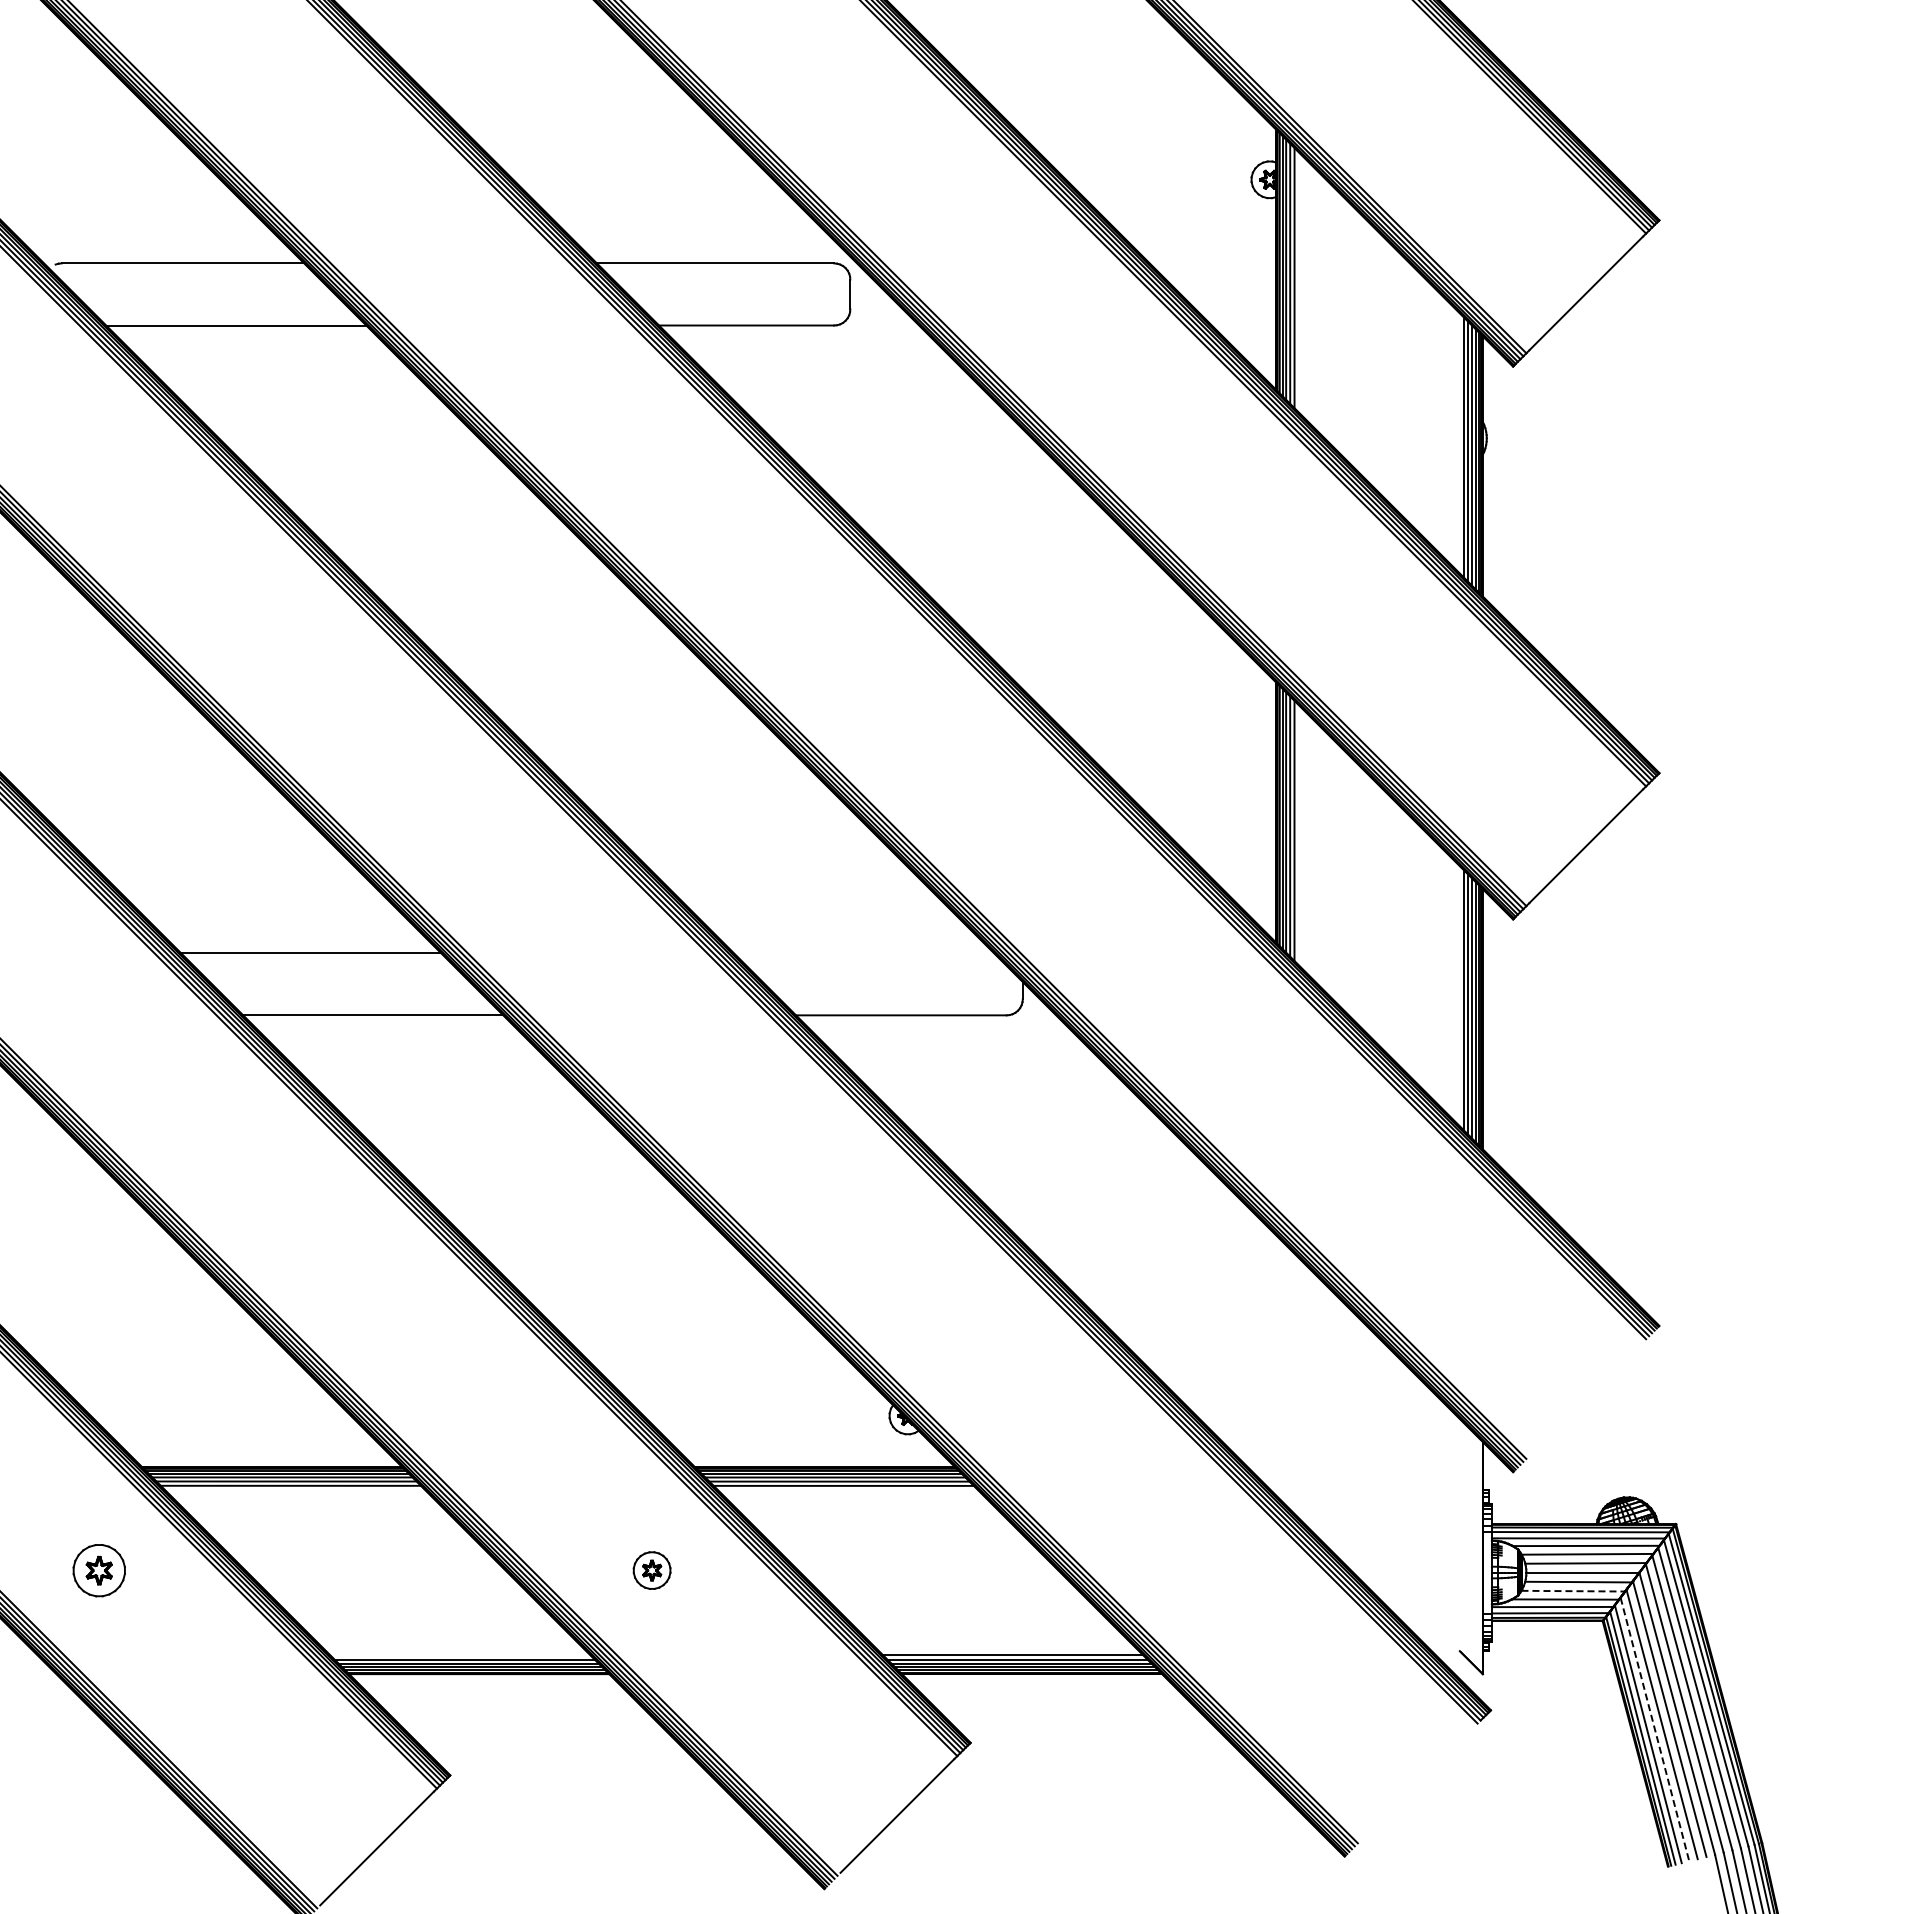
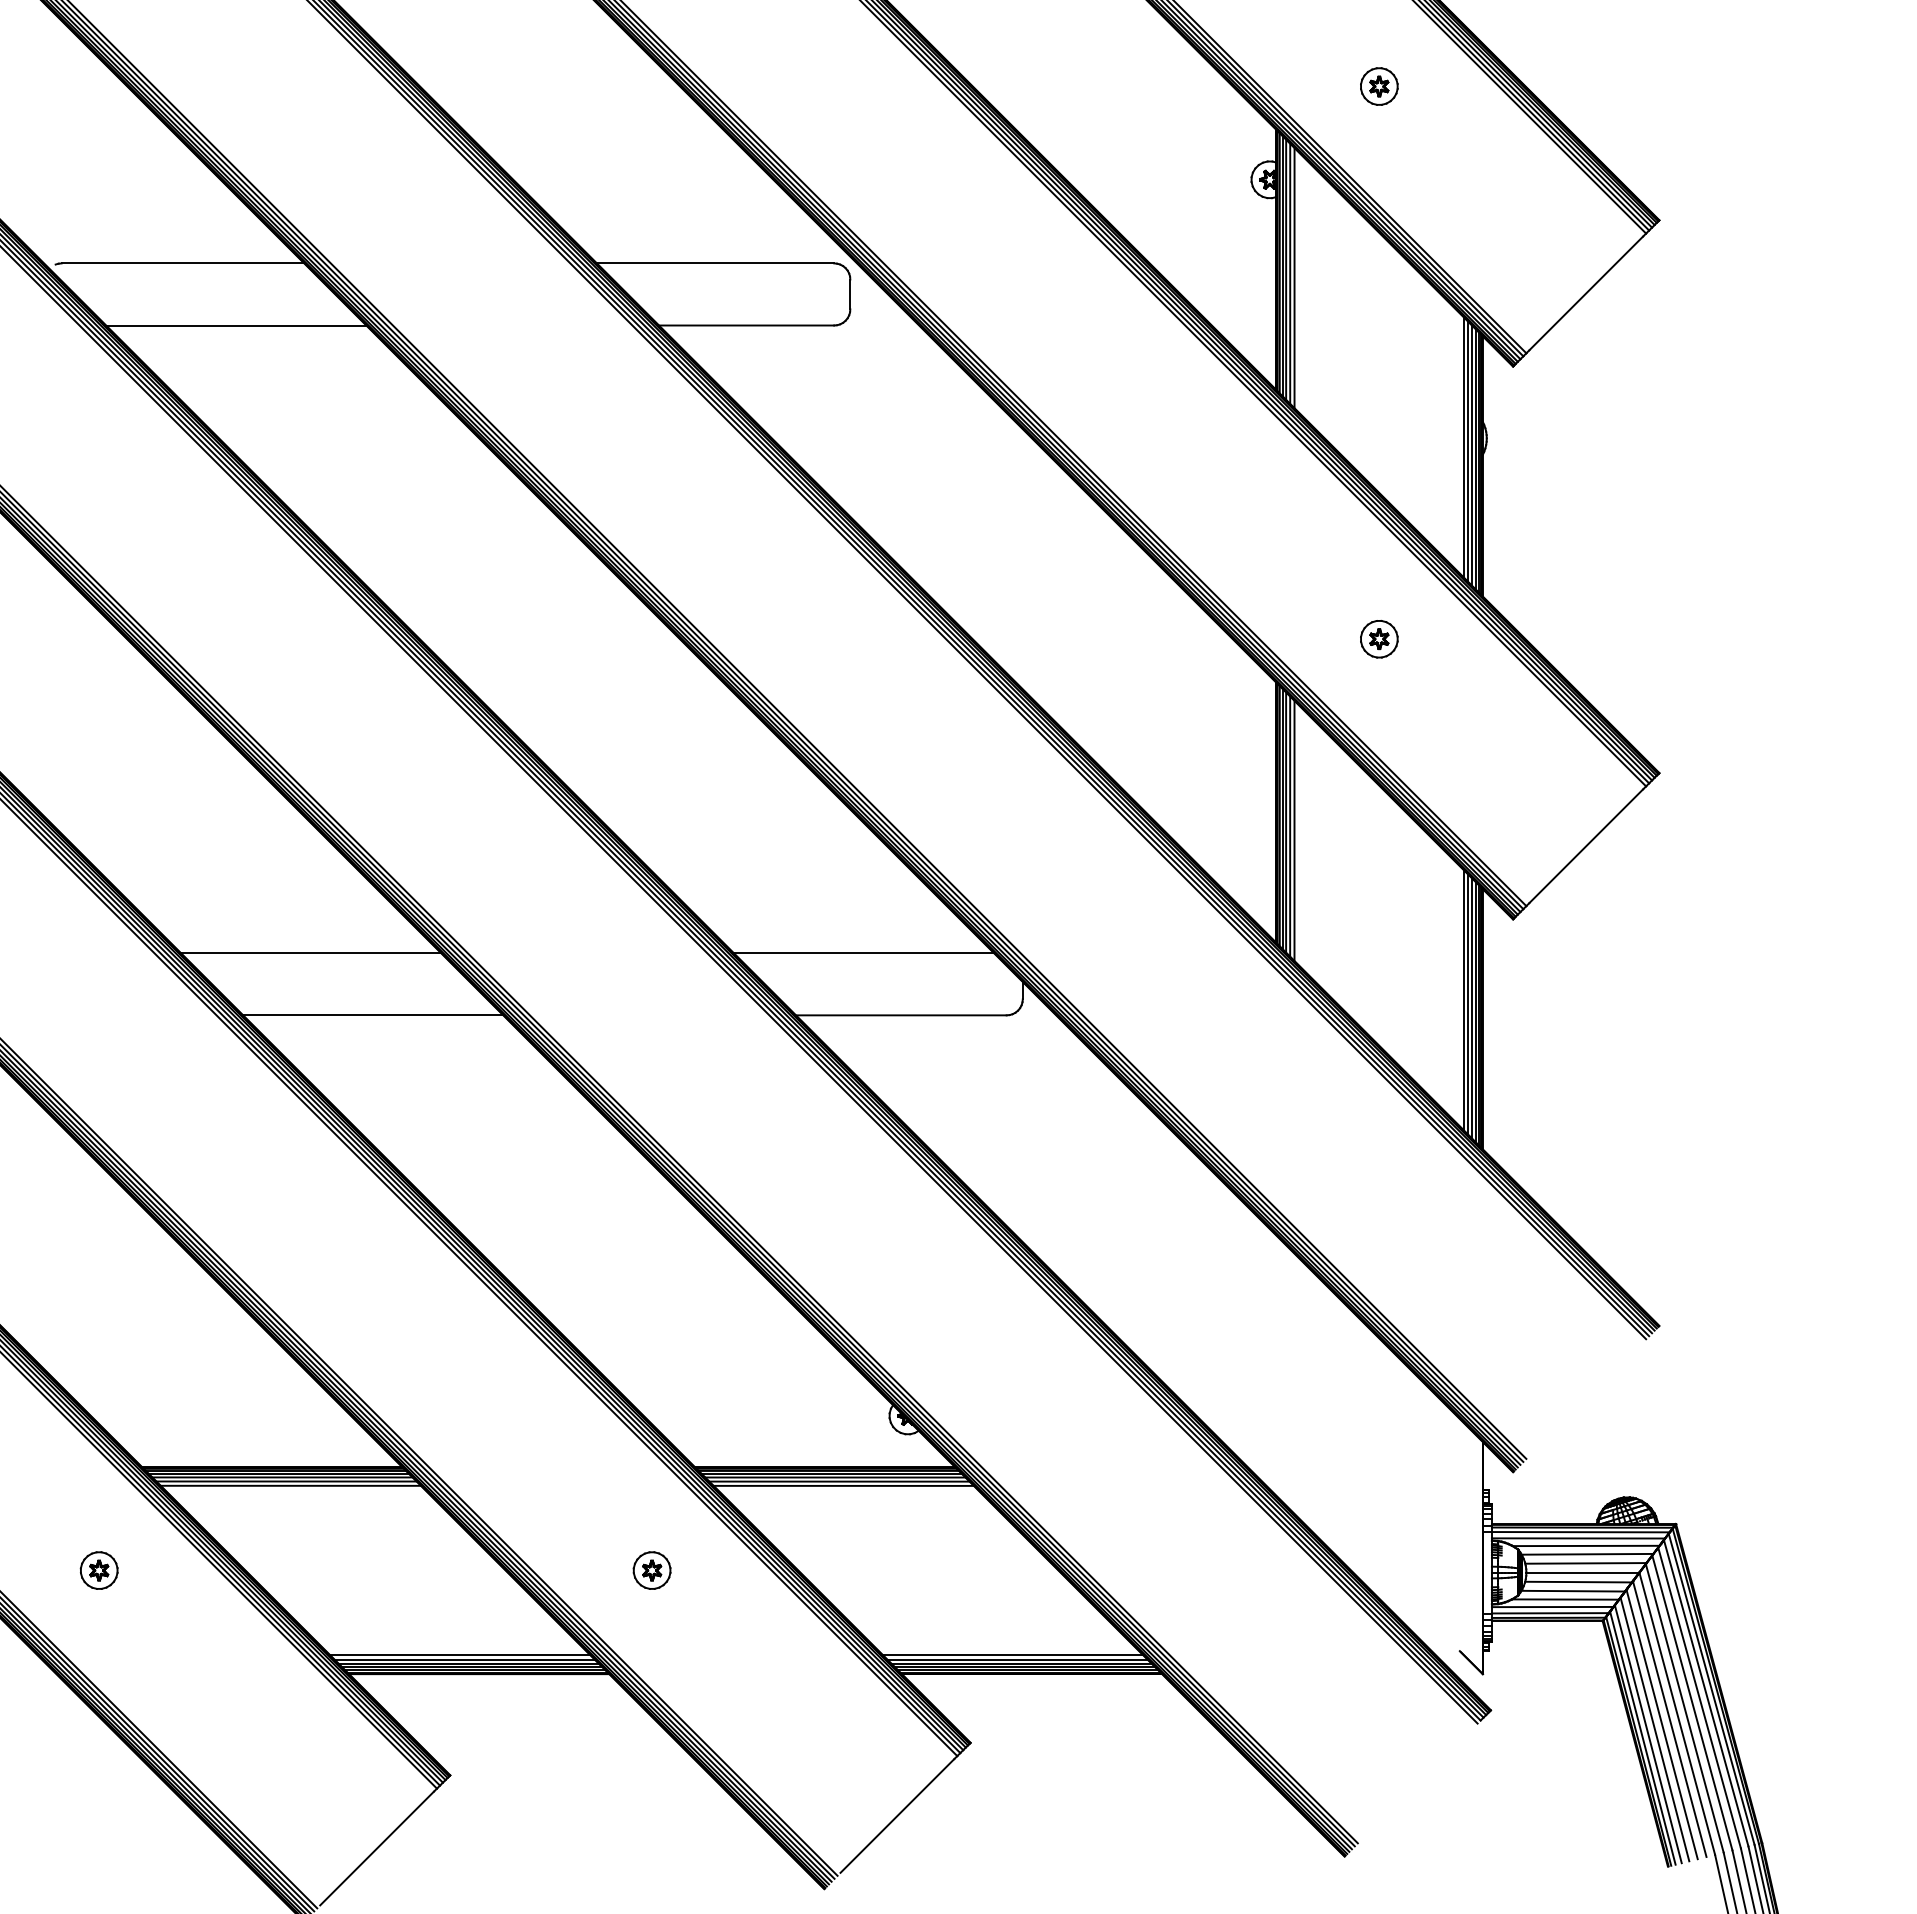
part at (1379, 86): none -> present
part at (1379, 639): none -> present
line at (863, 953): none -> present
part at (98, 1570) size: 54x54 px -> 40x39 px
line at (1573, 1591): dashed -> solid
line at (460, 1655): none -> present
line at (1655, 1730): dashed -> solid
